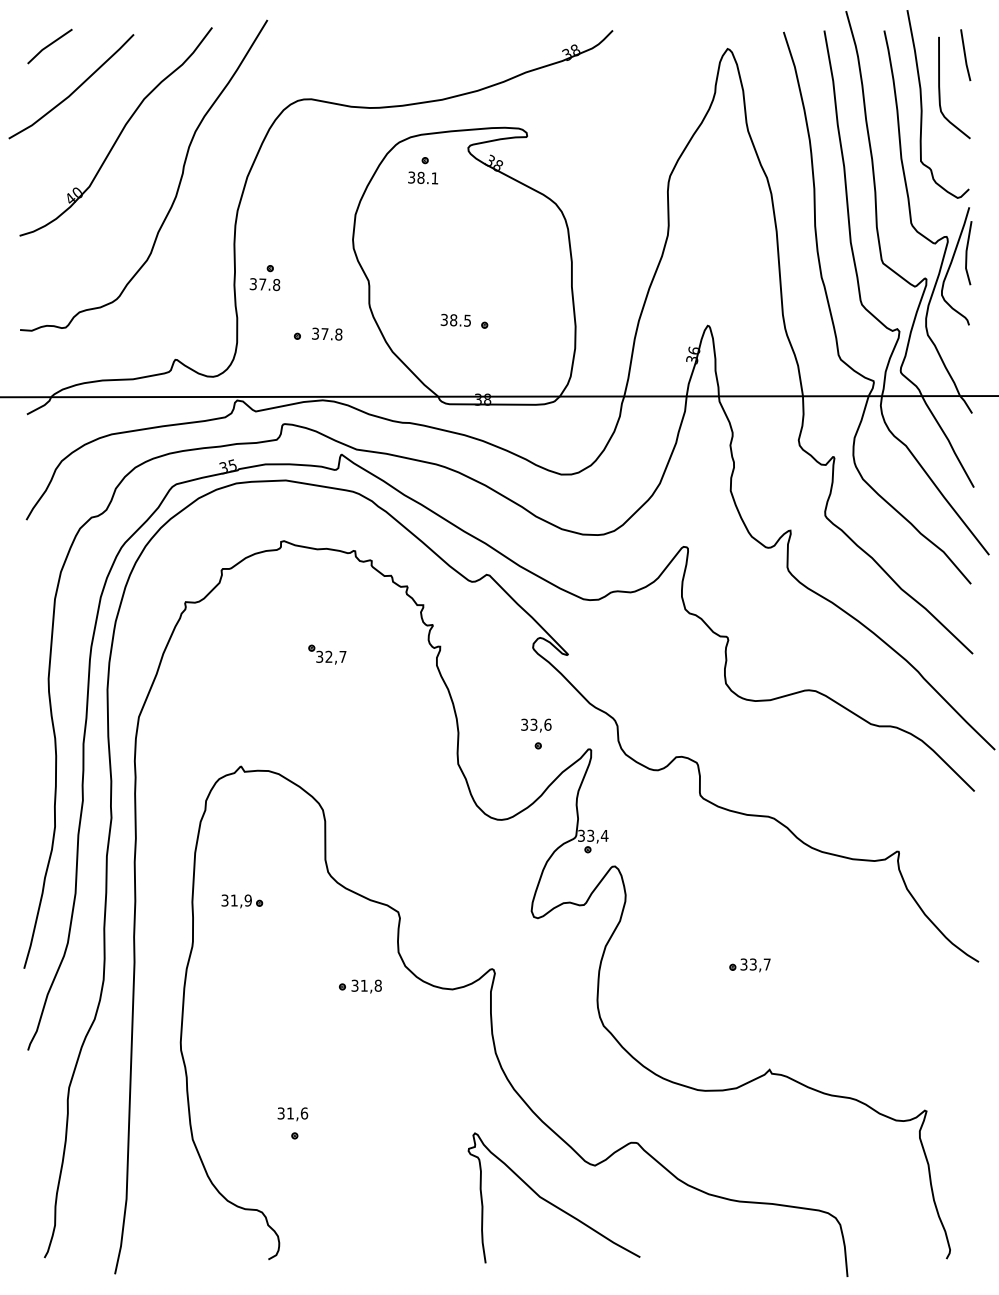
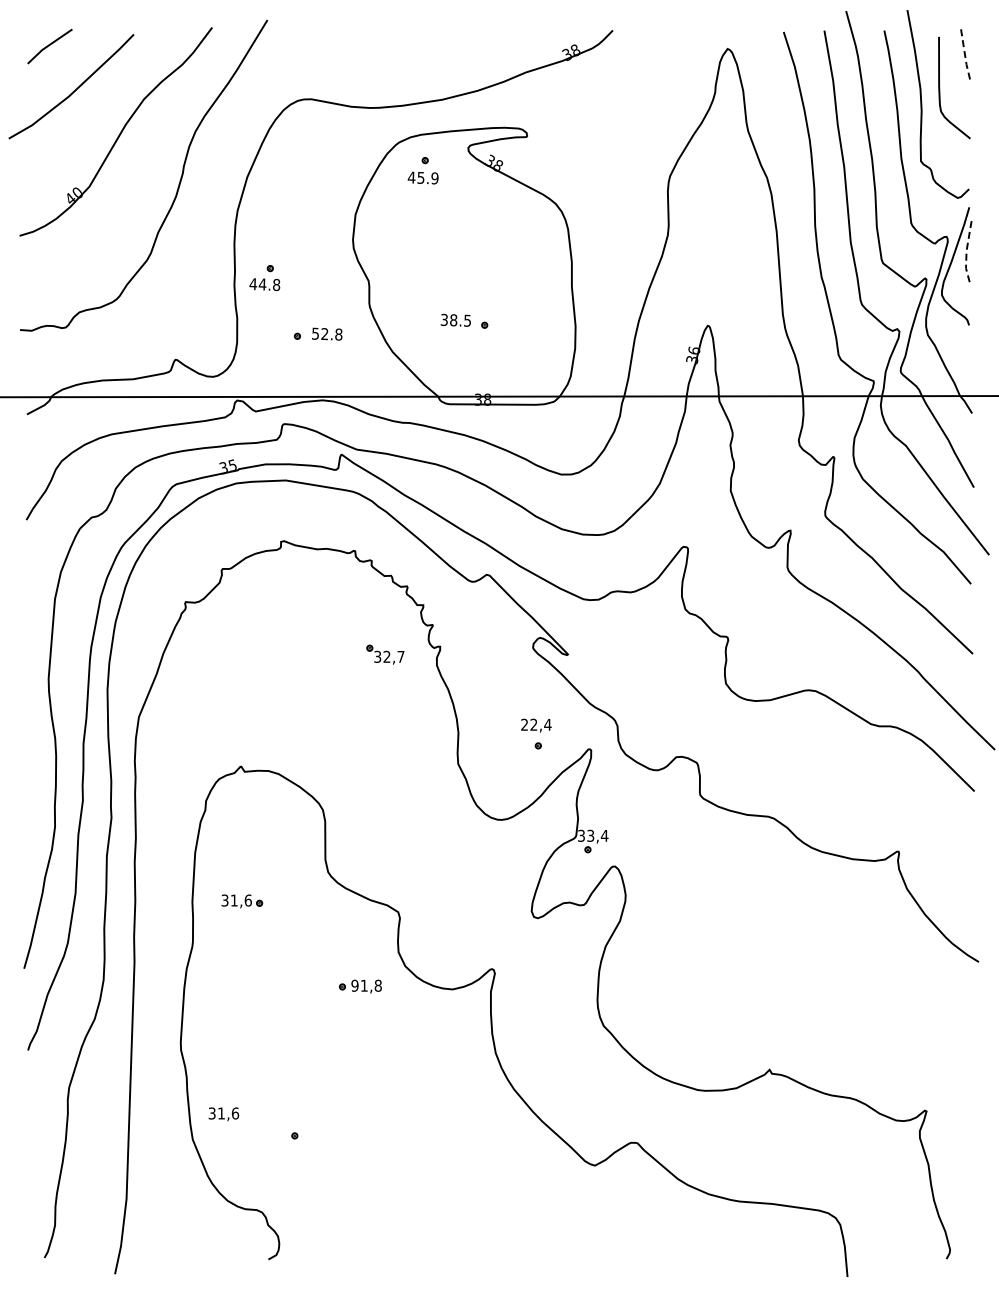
line at (965, 55): solid -> dashed
text at (422, 177): 38.1 -> 45.9
line at (966, 254): solid -> dashed
text at (257, 284): 37.8 -> 44.8
text at (320, 333): 37.8 -> 52.8
part at (327, 654) position: (327, 654) -> (385, 654)
text at (536, 724): 33,6 -> 22,4
text at (247, 900): 31,9 -> 31,6
part at (749, 965): present -> none
text at (354, 985): 31,8 -> 91,8
text at (292, 1114) position: (292, 1114) -> (223, 1114)
curve at (551, 1202): present -> none
